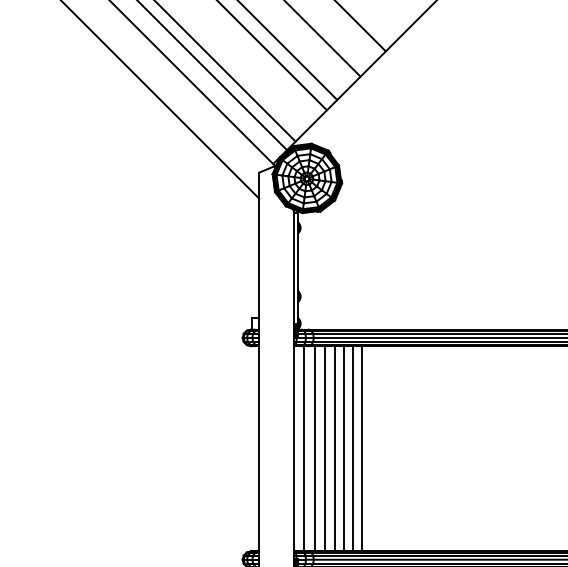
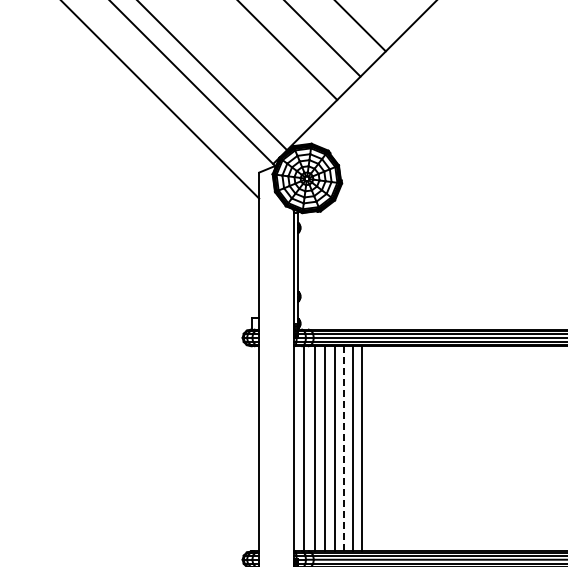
line at (272, 56): present -> none
line at (225, 71): present -> none
line at (344, 448): solid -> dashed
